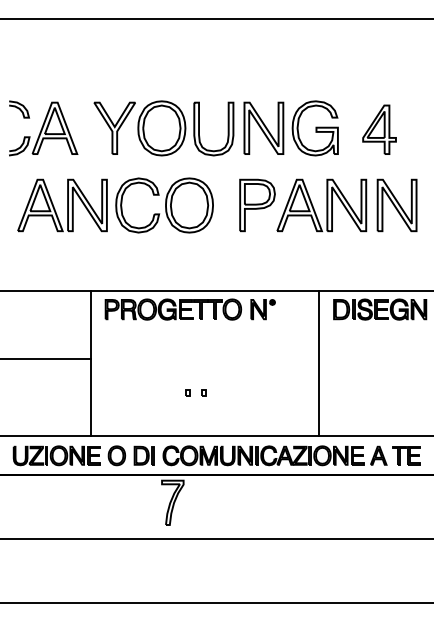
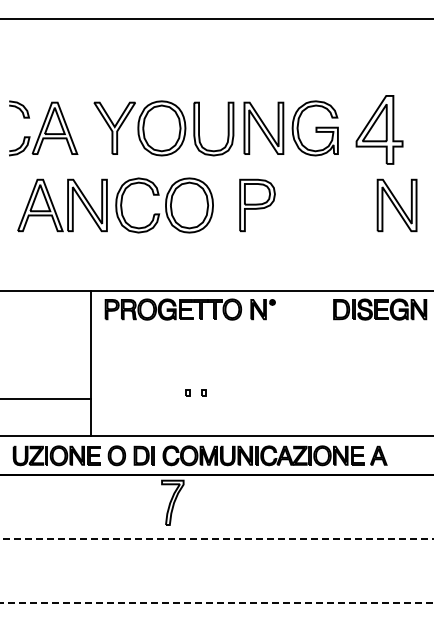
part at (379, 129) size: 35x51 px -> 49x70 px
part at (321, 205): present -> none
line at (46, 359) position: (46, 359) -> (46, 399)
line at (319, 363): present -> none
part at (406, 455): present -> none
line at (217, 539): solid -> dashed
line at (217, 603): solid -> dashed
